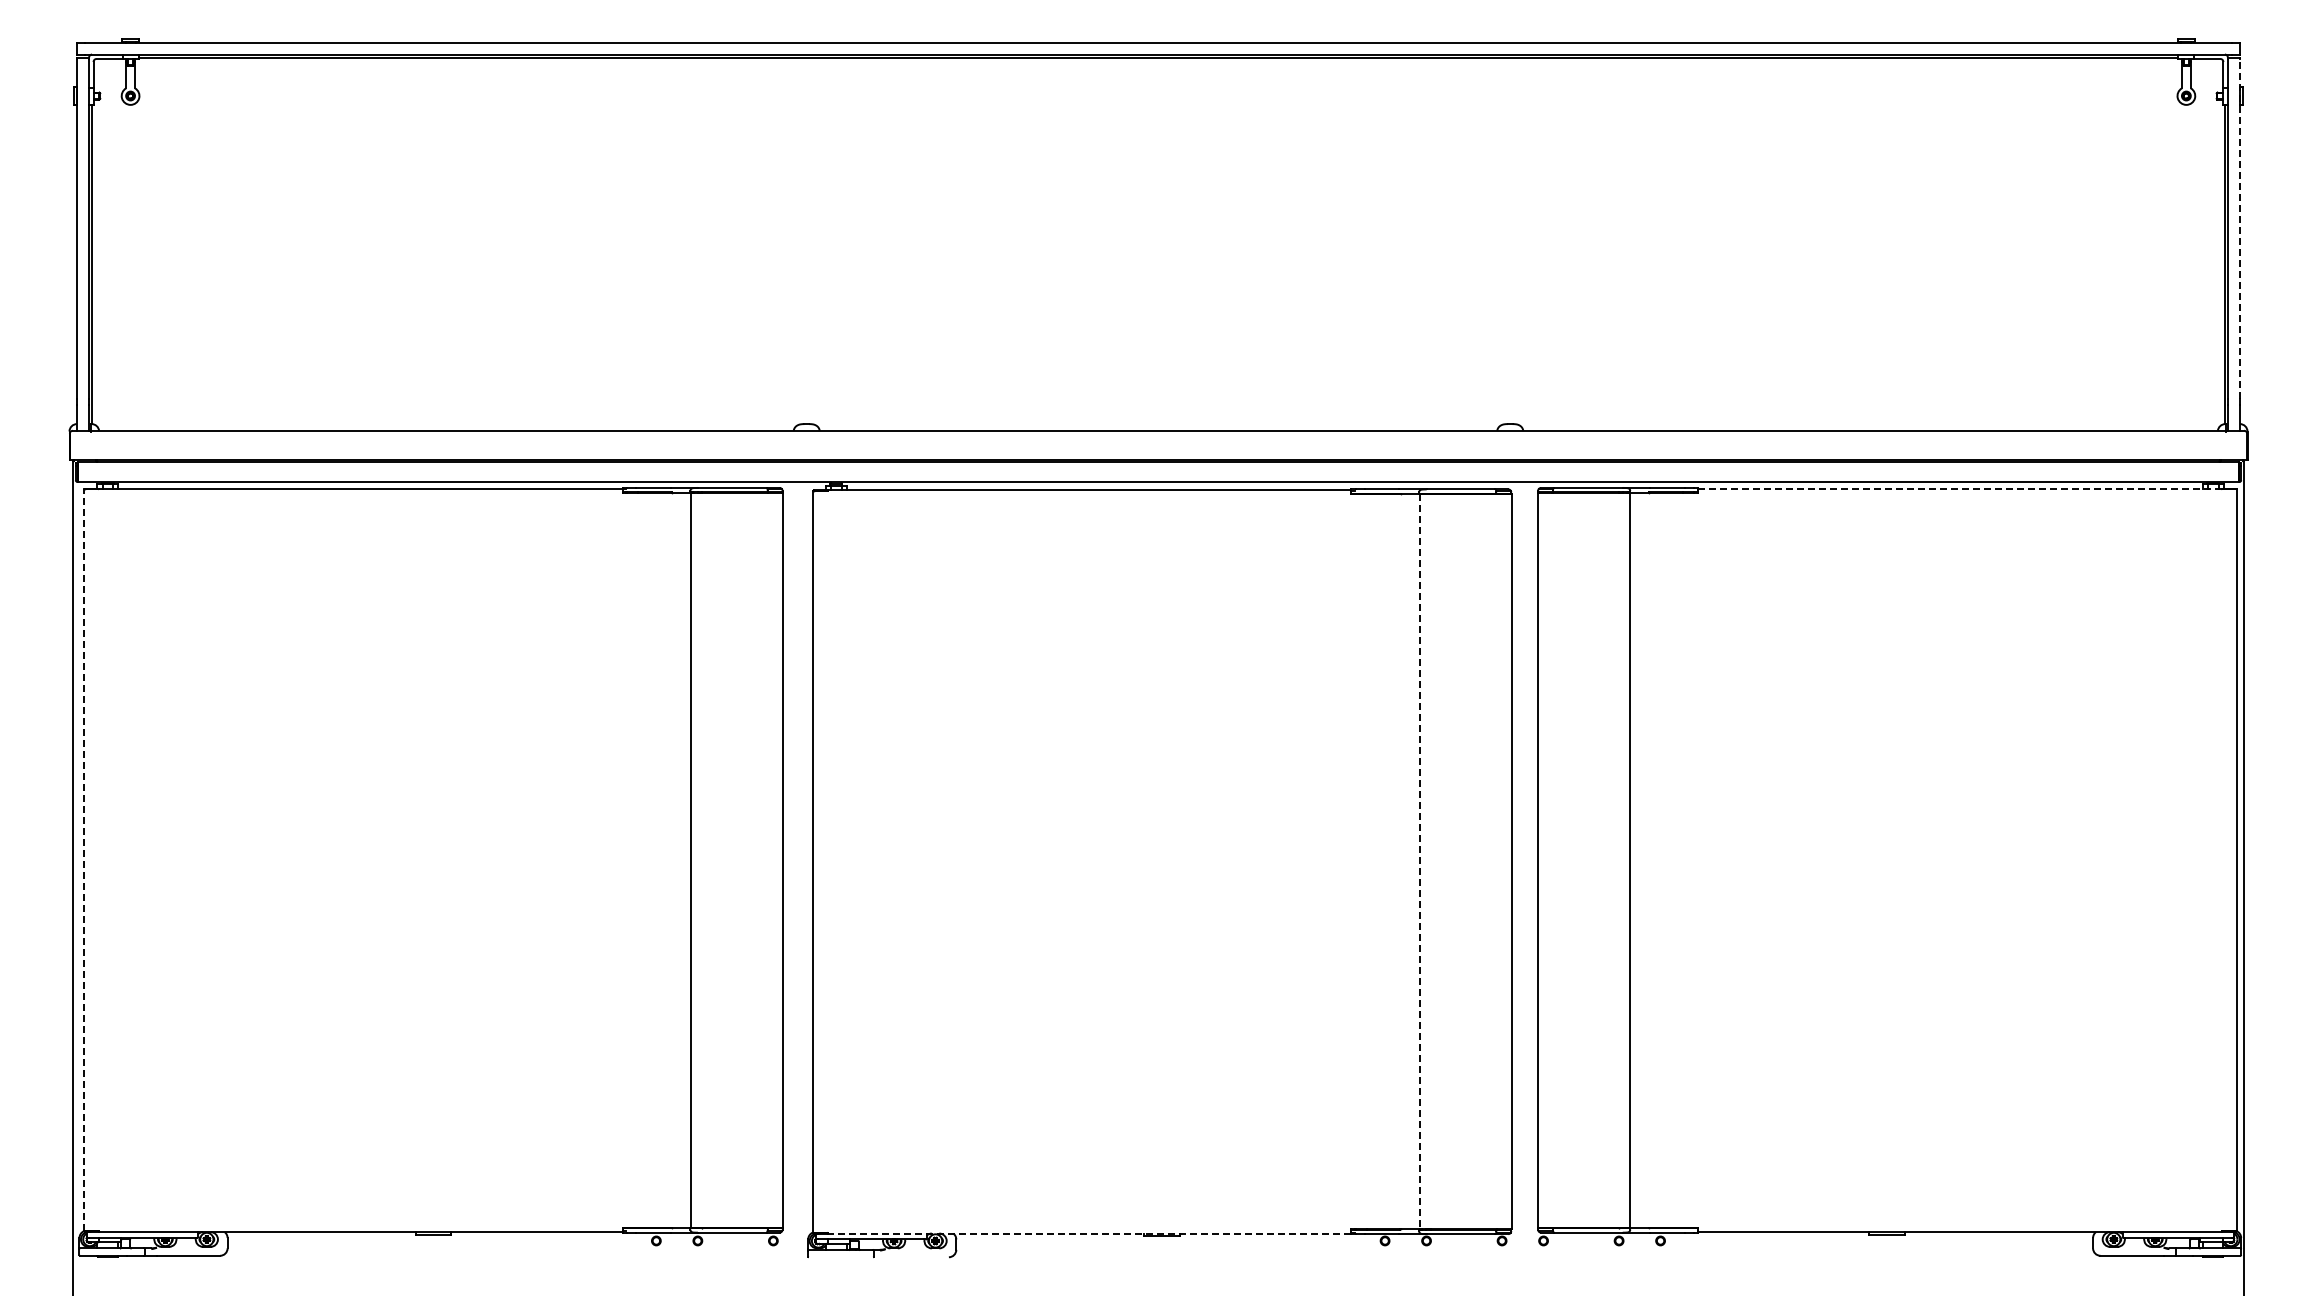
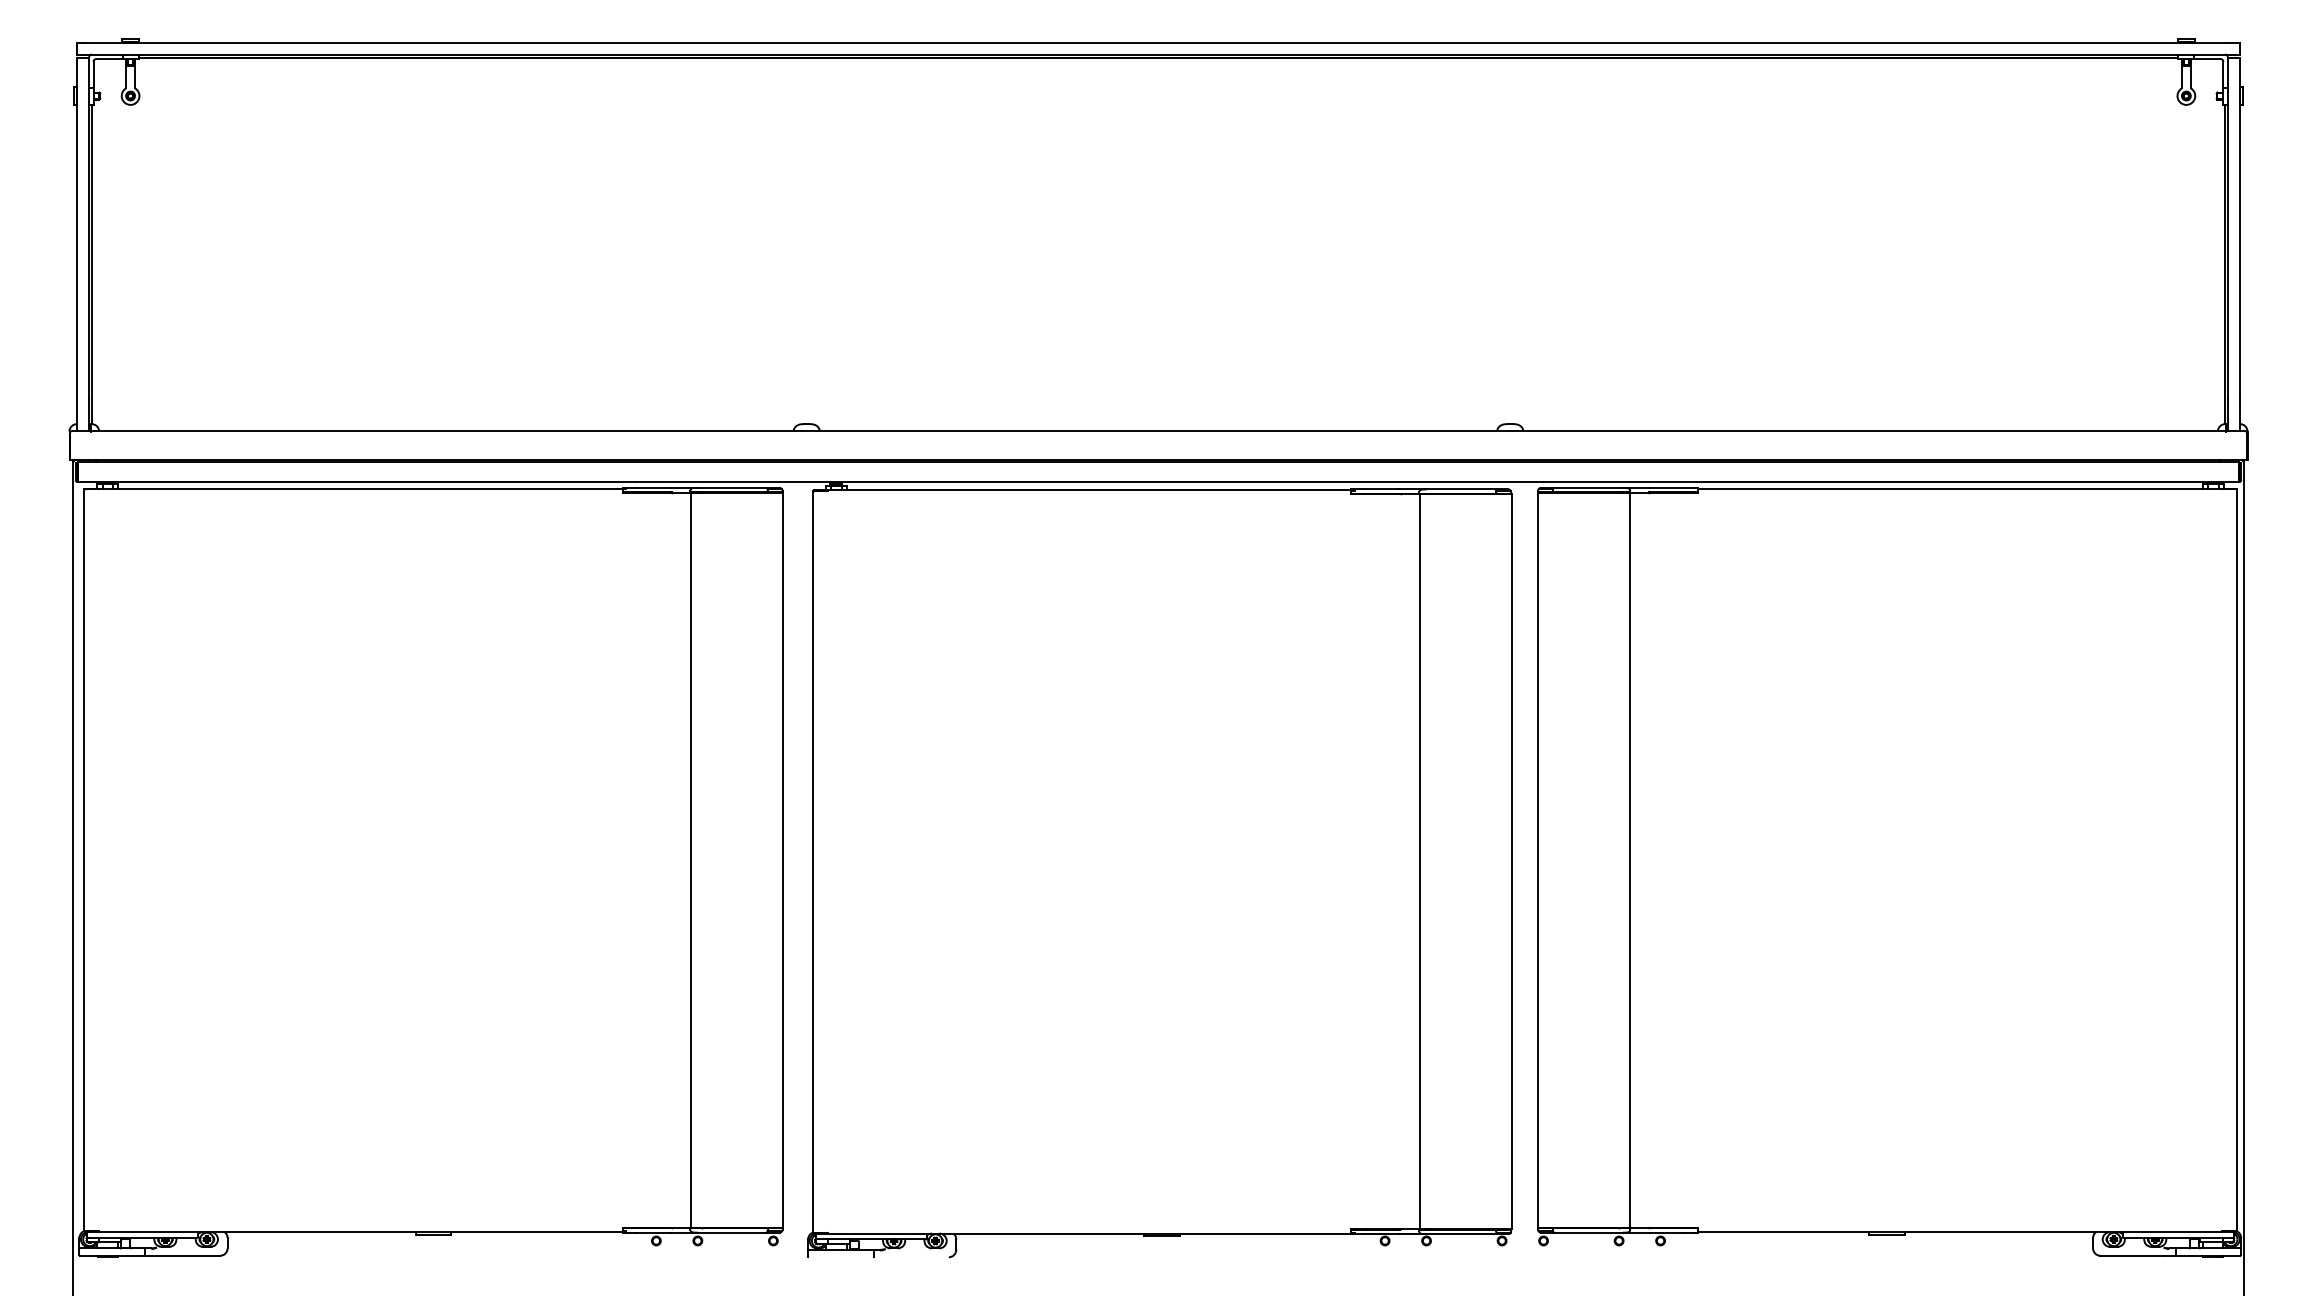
line at (2239, 228): dashed -> solid
line at (1959, 488): dashed -> solid
line at (83, 860): dashed -> solid
line at (1419, 862): dashed -> solid
line at (1089, 1233): dashed -> solid
